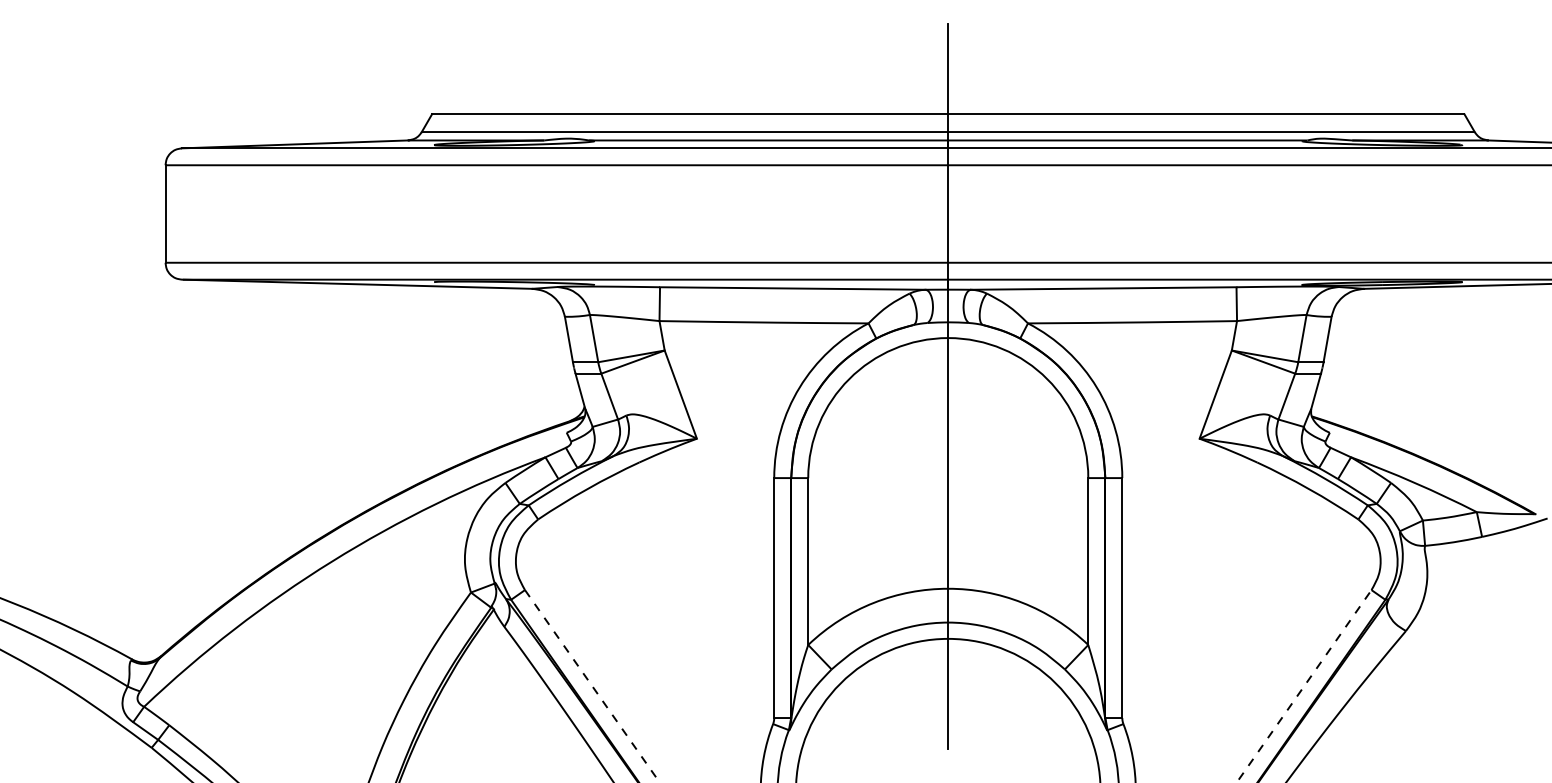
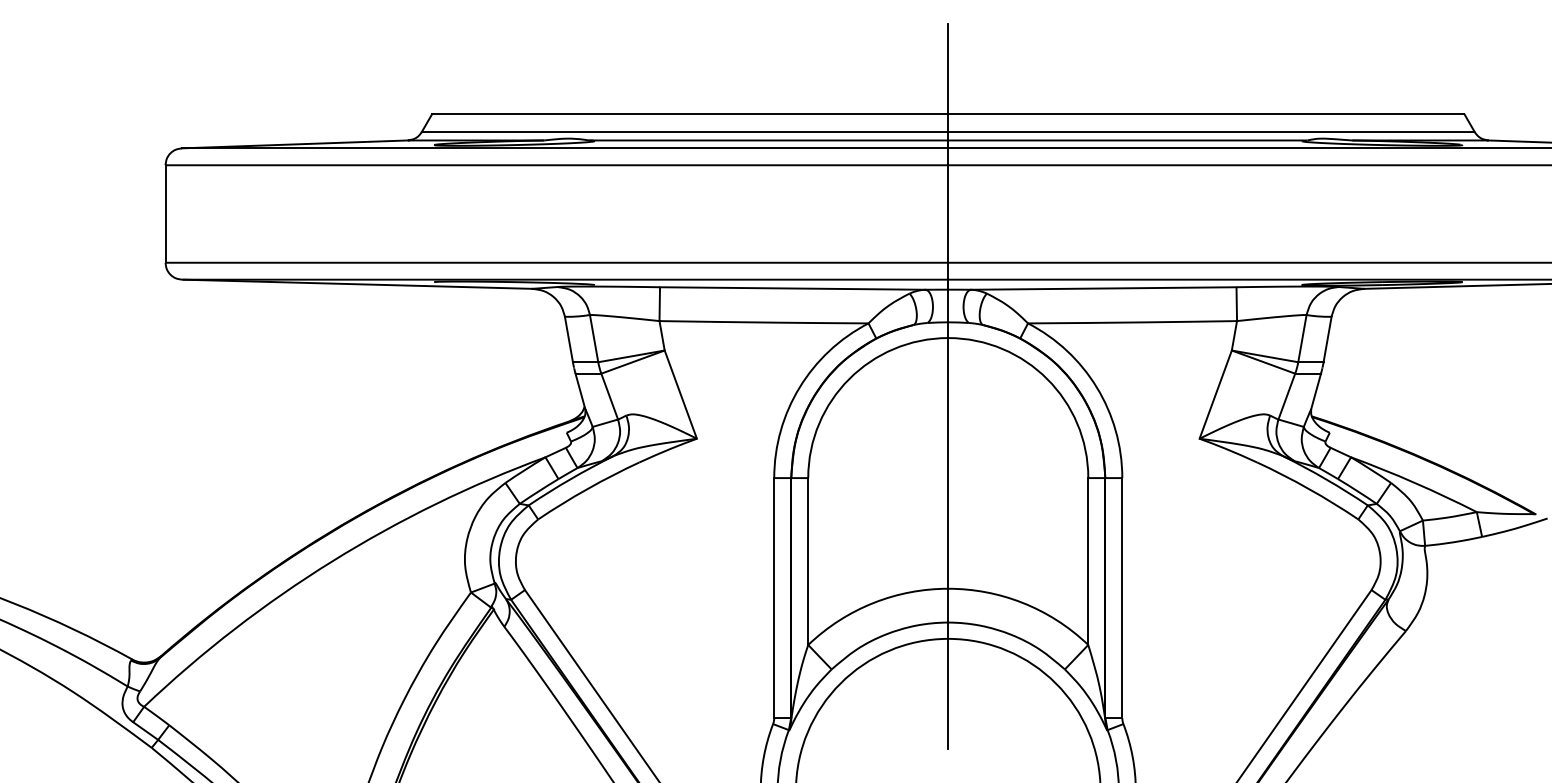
line at (1304, 685): dashed -> solid
line at (592, 686): dashed -> solid
